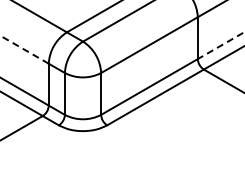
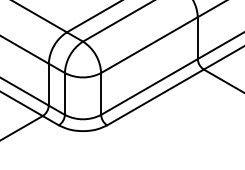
line at (221, 45): dashed -> solid
line at (24, 49): dashed -> solid
